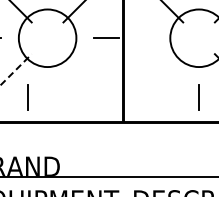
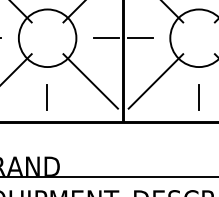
line at (139, 38): none -> present
line at (16, 69): dashed -> solid
line at (90, 81): none -> present
line at (155, 81): none -> present
line at (27, 97) position: (27, 97) -> (46, 97)
